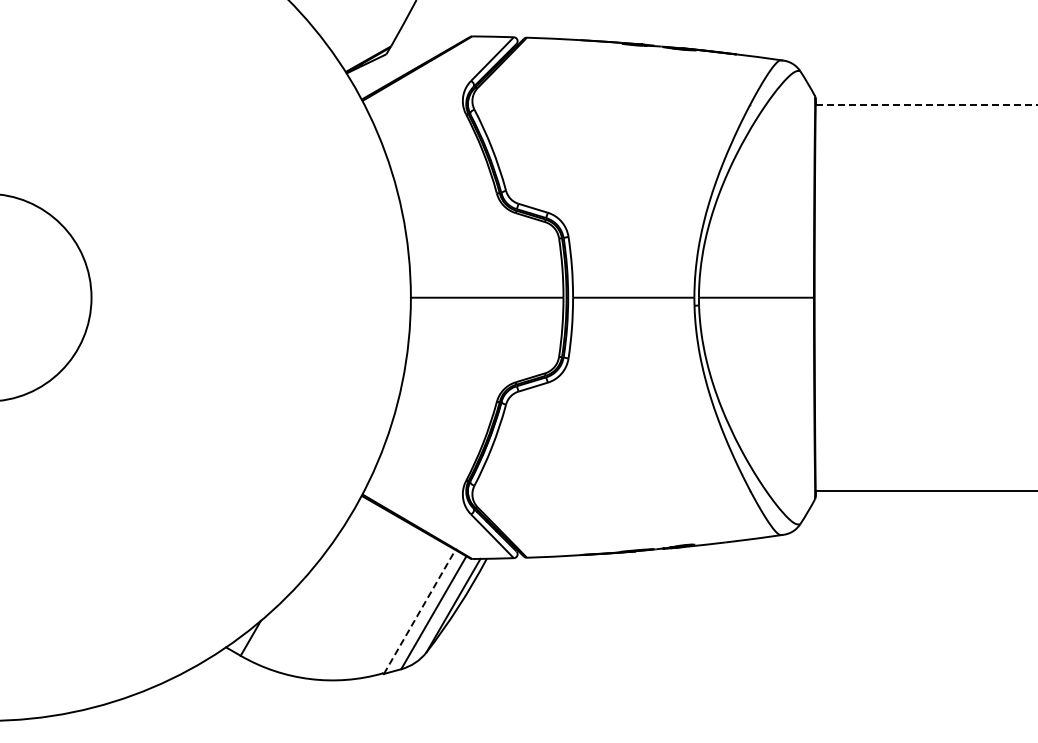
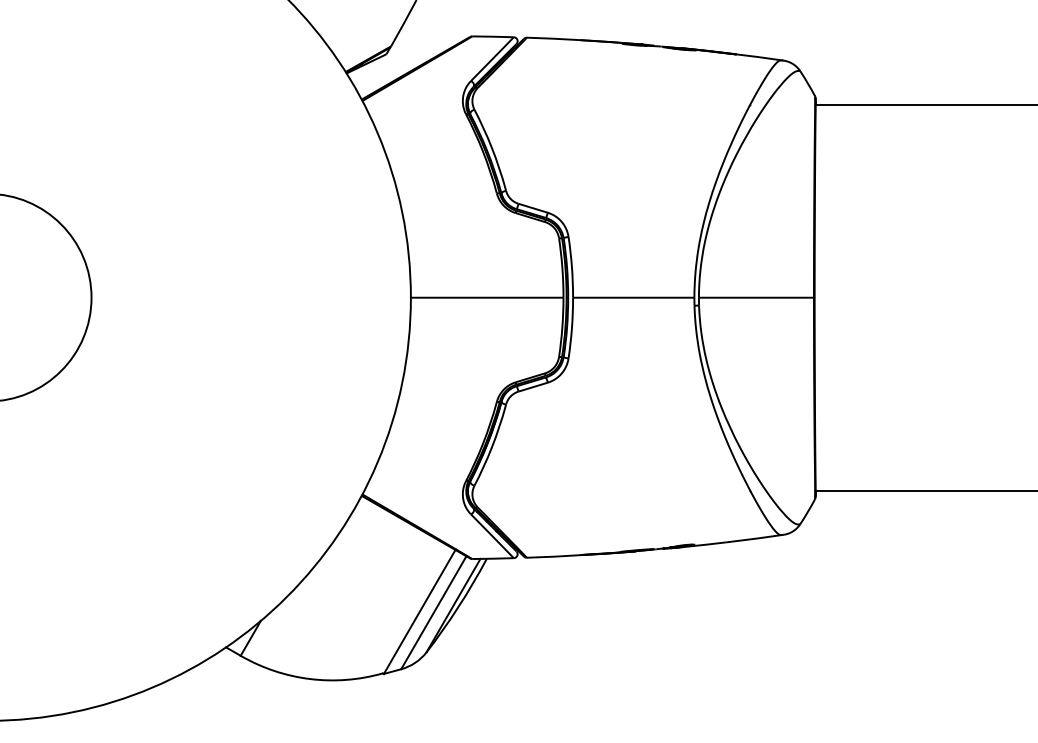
line at (926, 104): dashed -> solid
line at (419, 611): dashed -> solid
